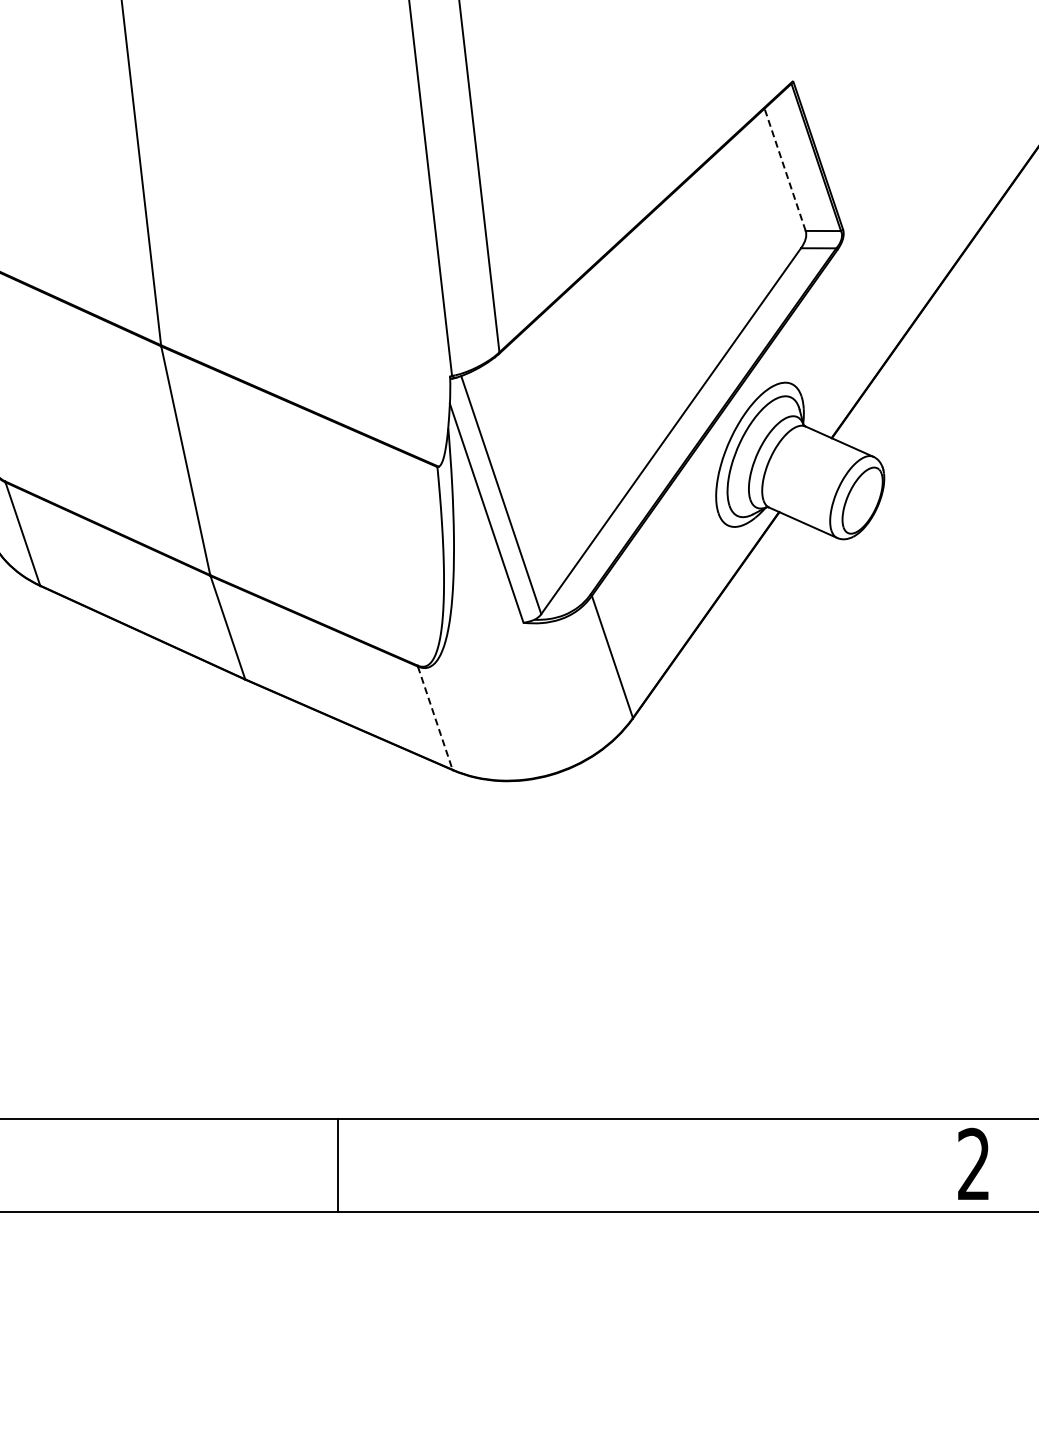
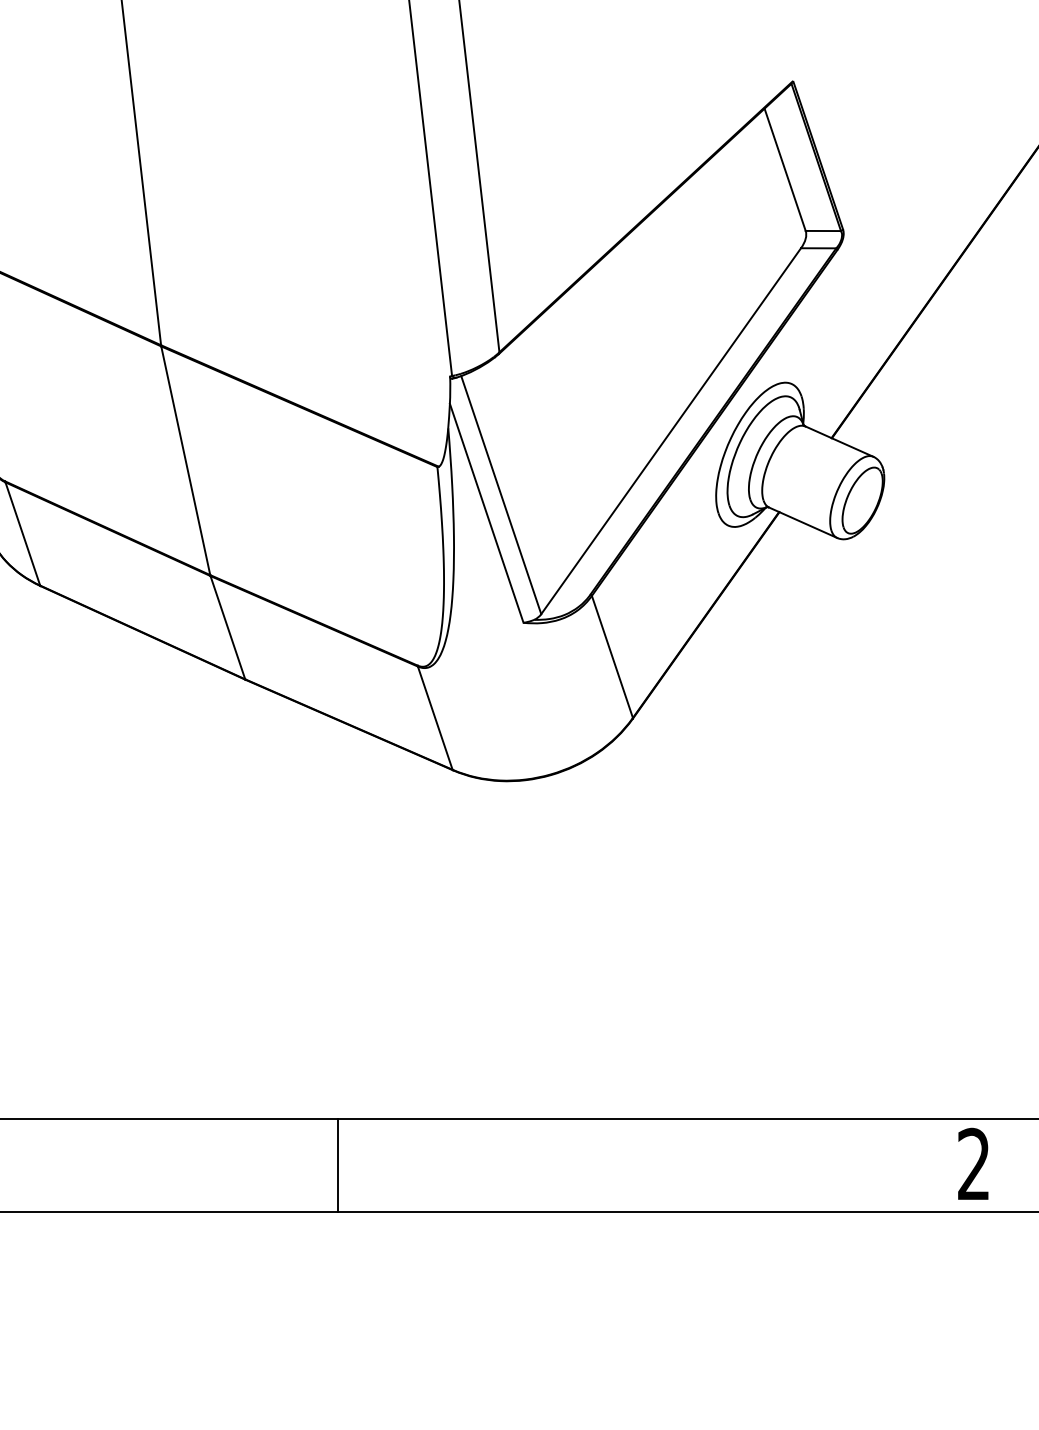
line at (785, 169): dashed -> solid
line at (435, 718): dashed -> solid
